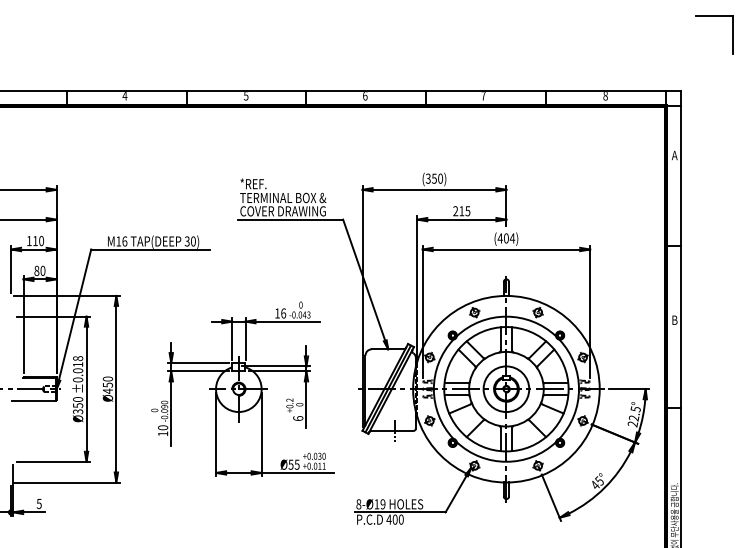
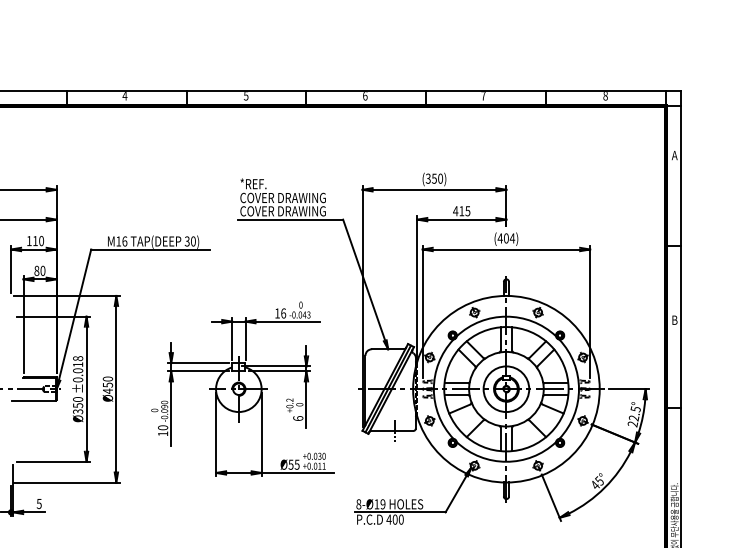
part at (714, 16): present -> none
text at (283, 197): TERMINAL BOX & -> COVER DRAWING
text at (455, 211): 215 -> 415
